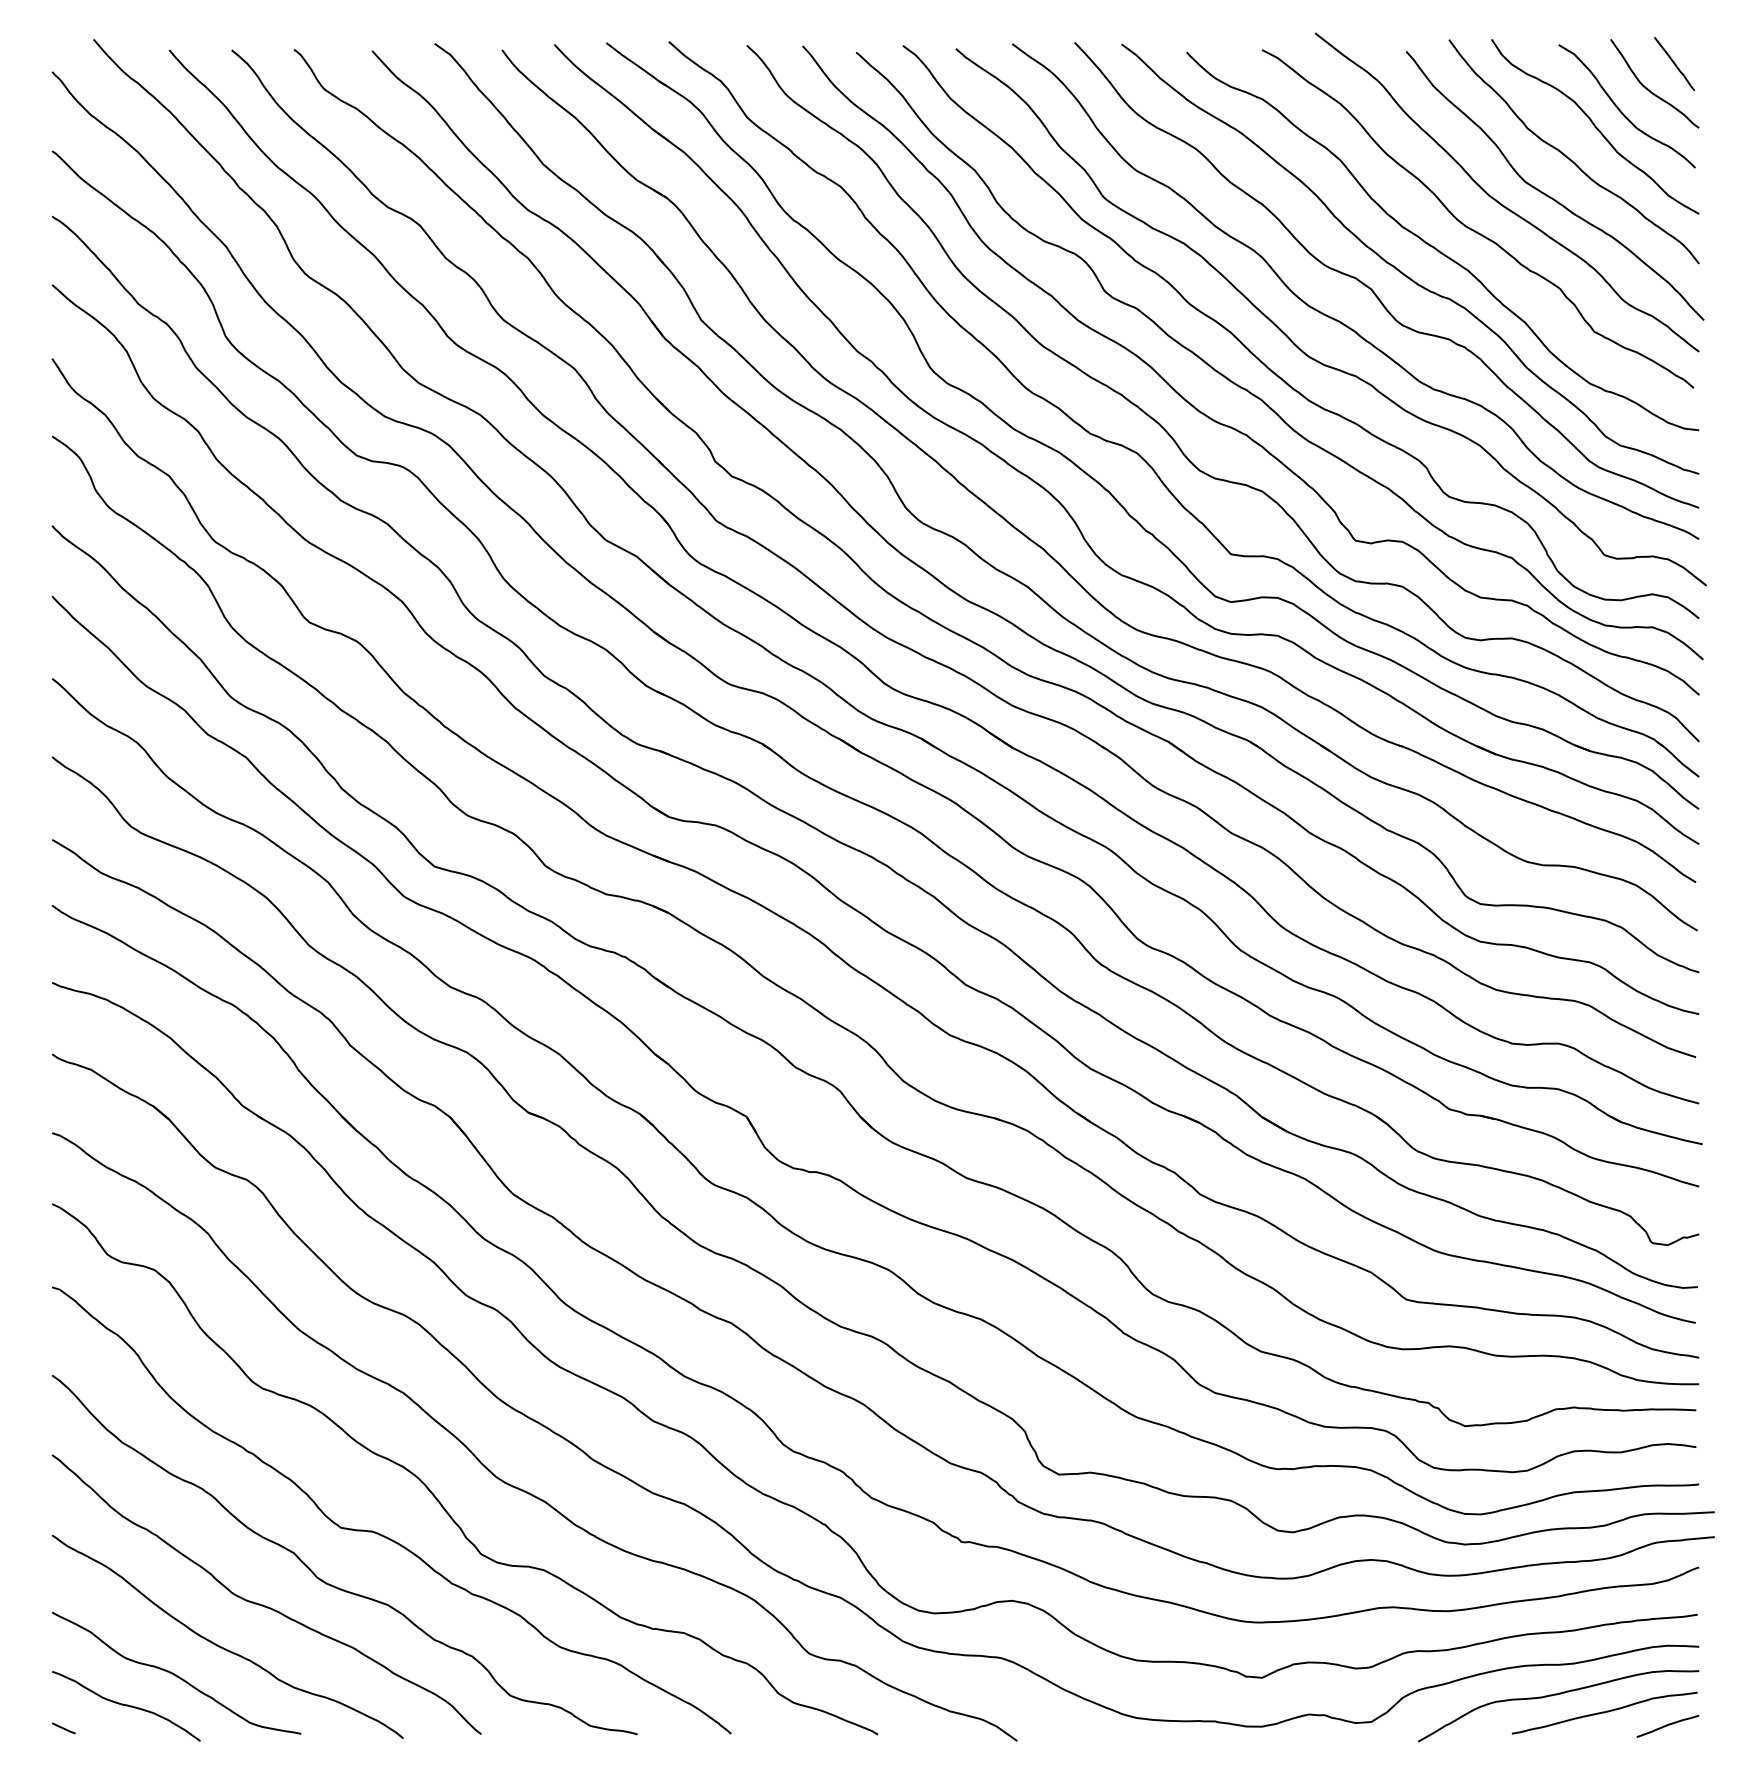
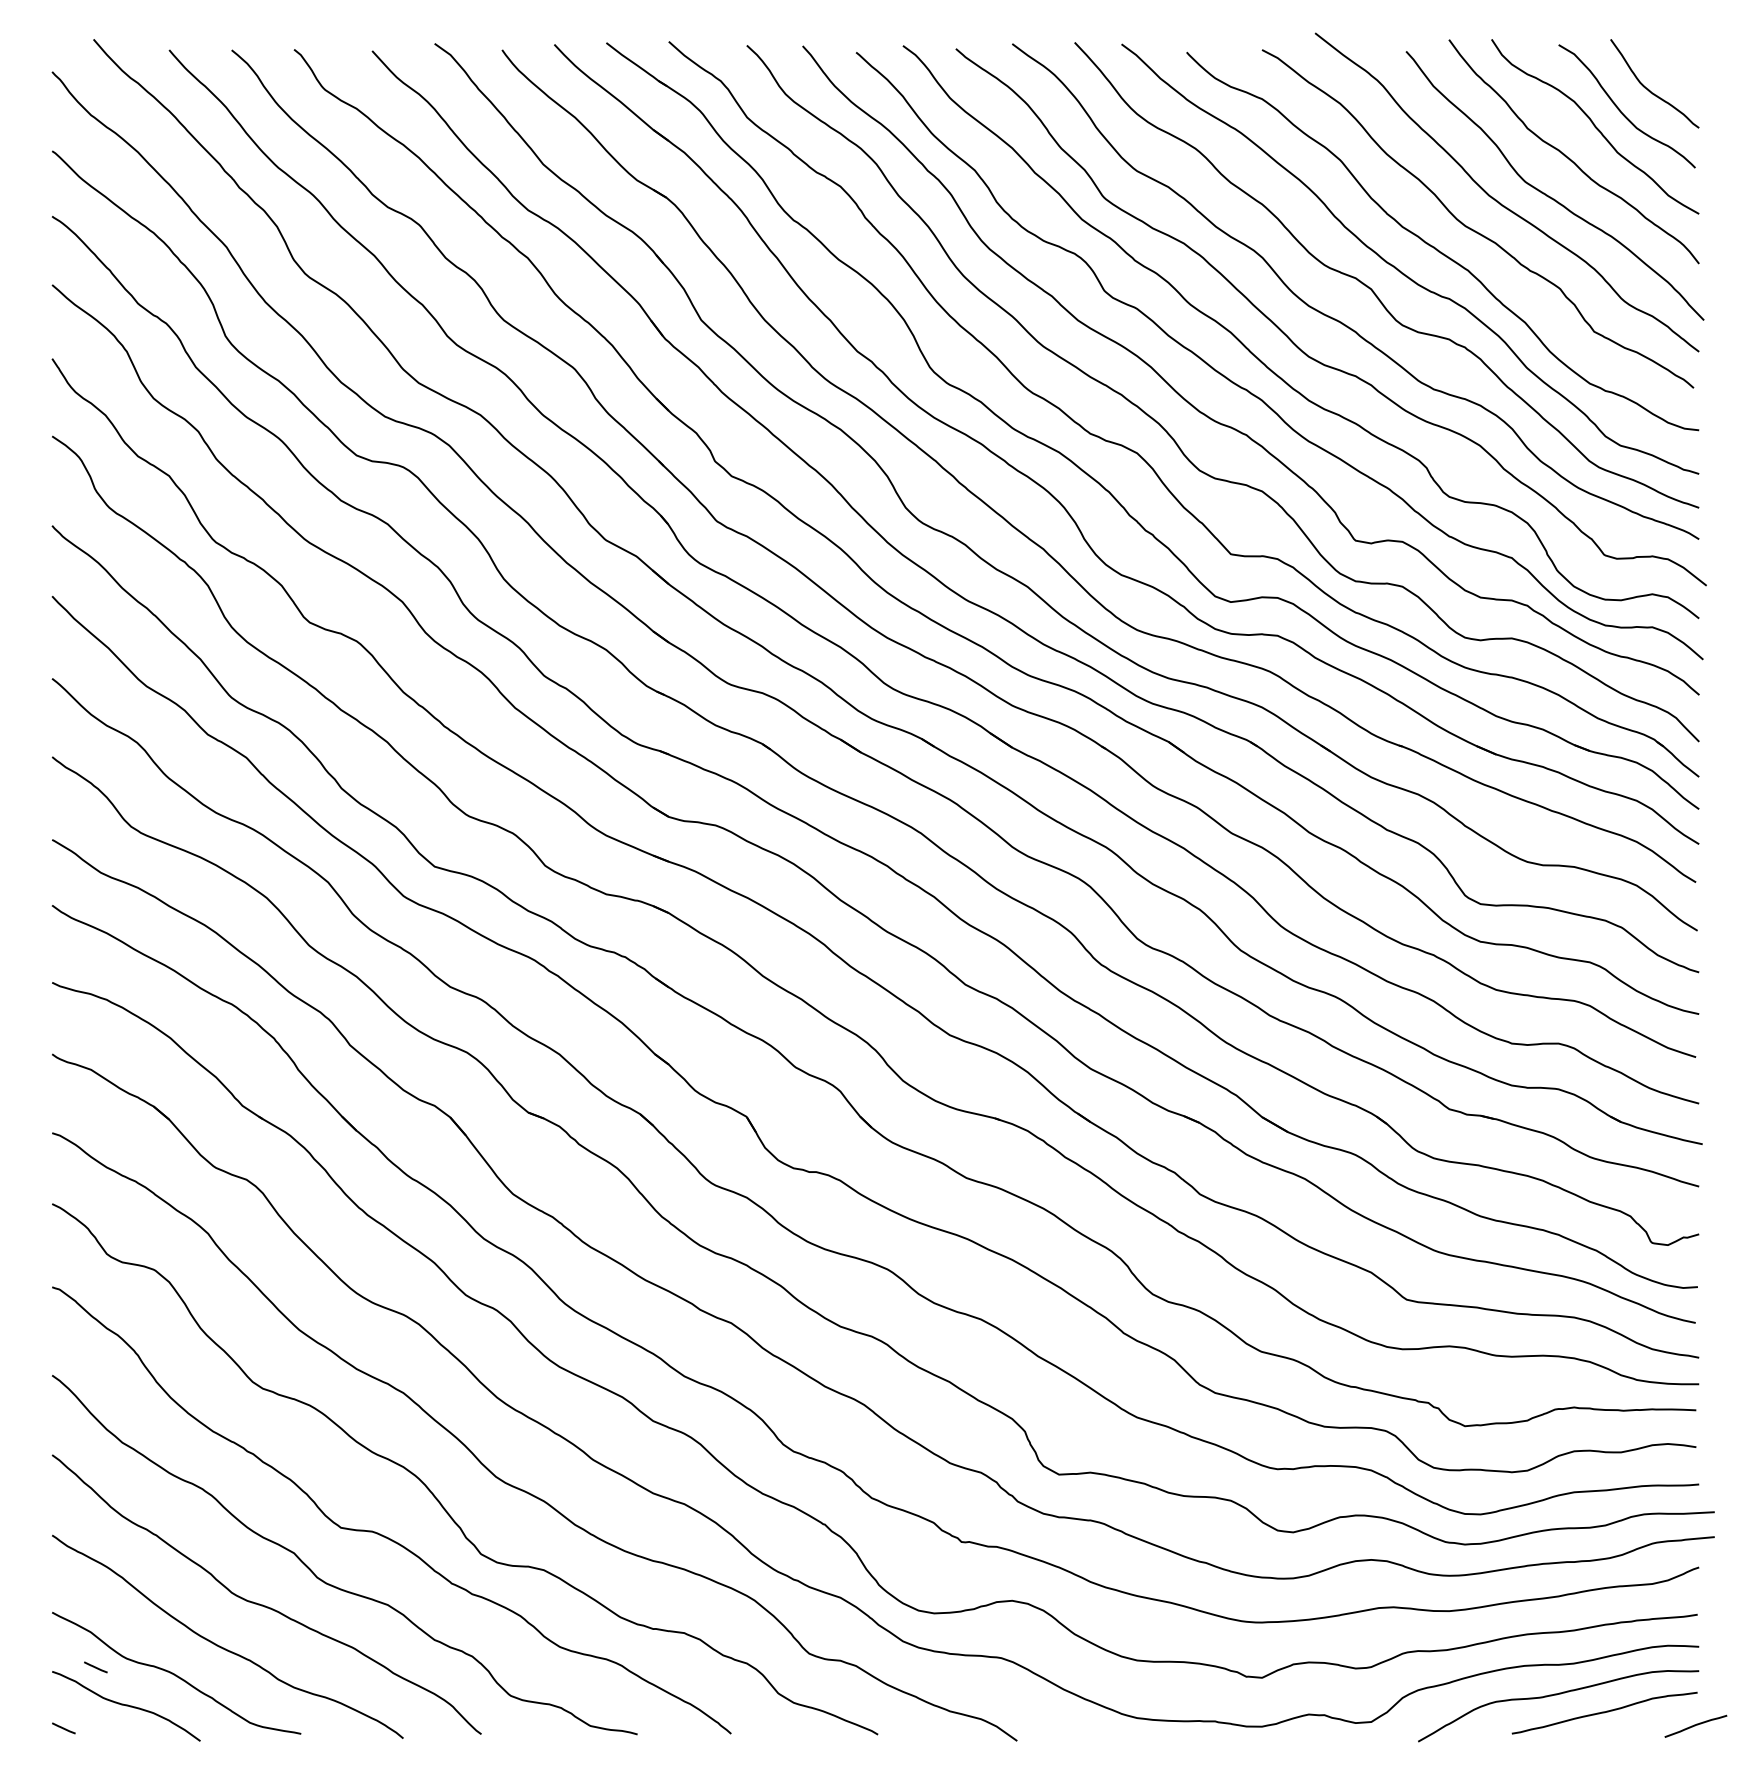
line at (1674, 63): present -> none
line at (95, 1667): none -> present
curve at (1667, 1725) position: (1667, 1725) -> (1695, 1725)
